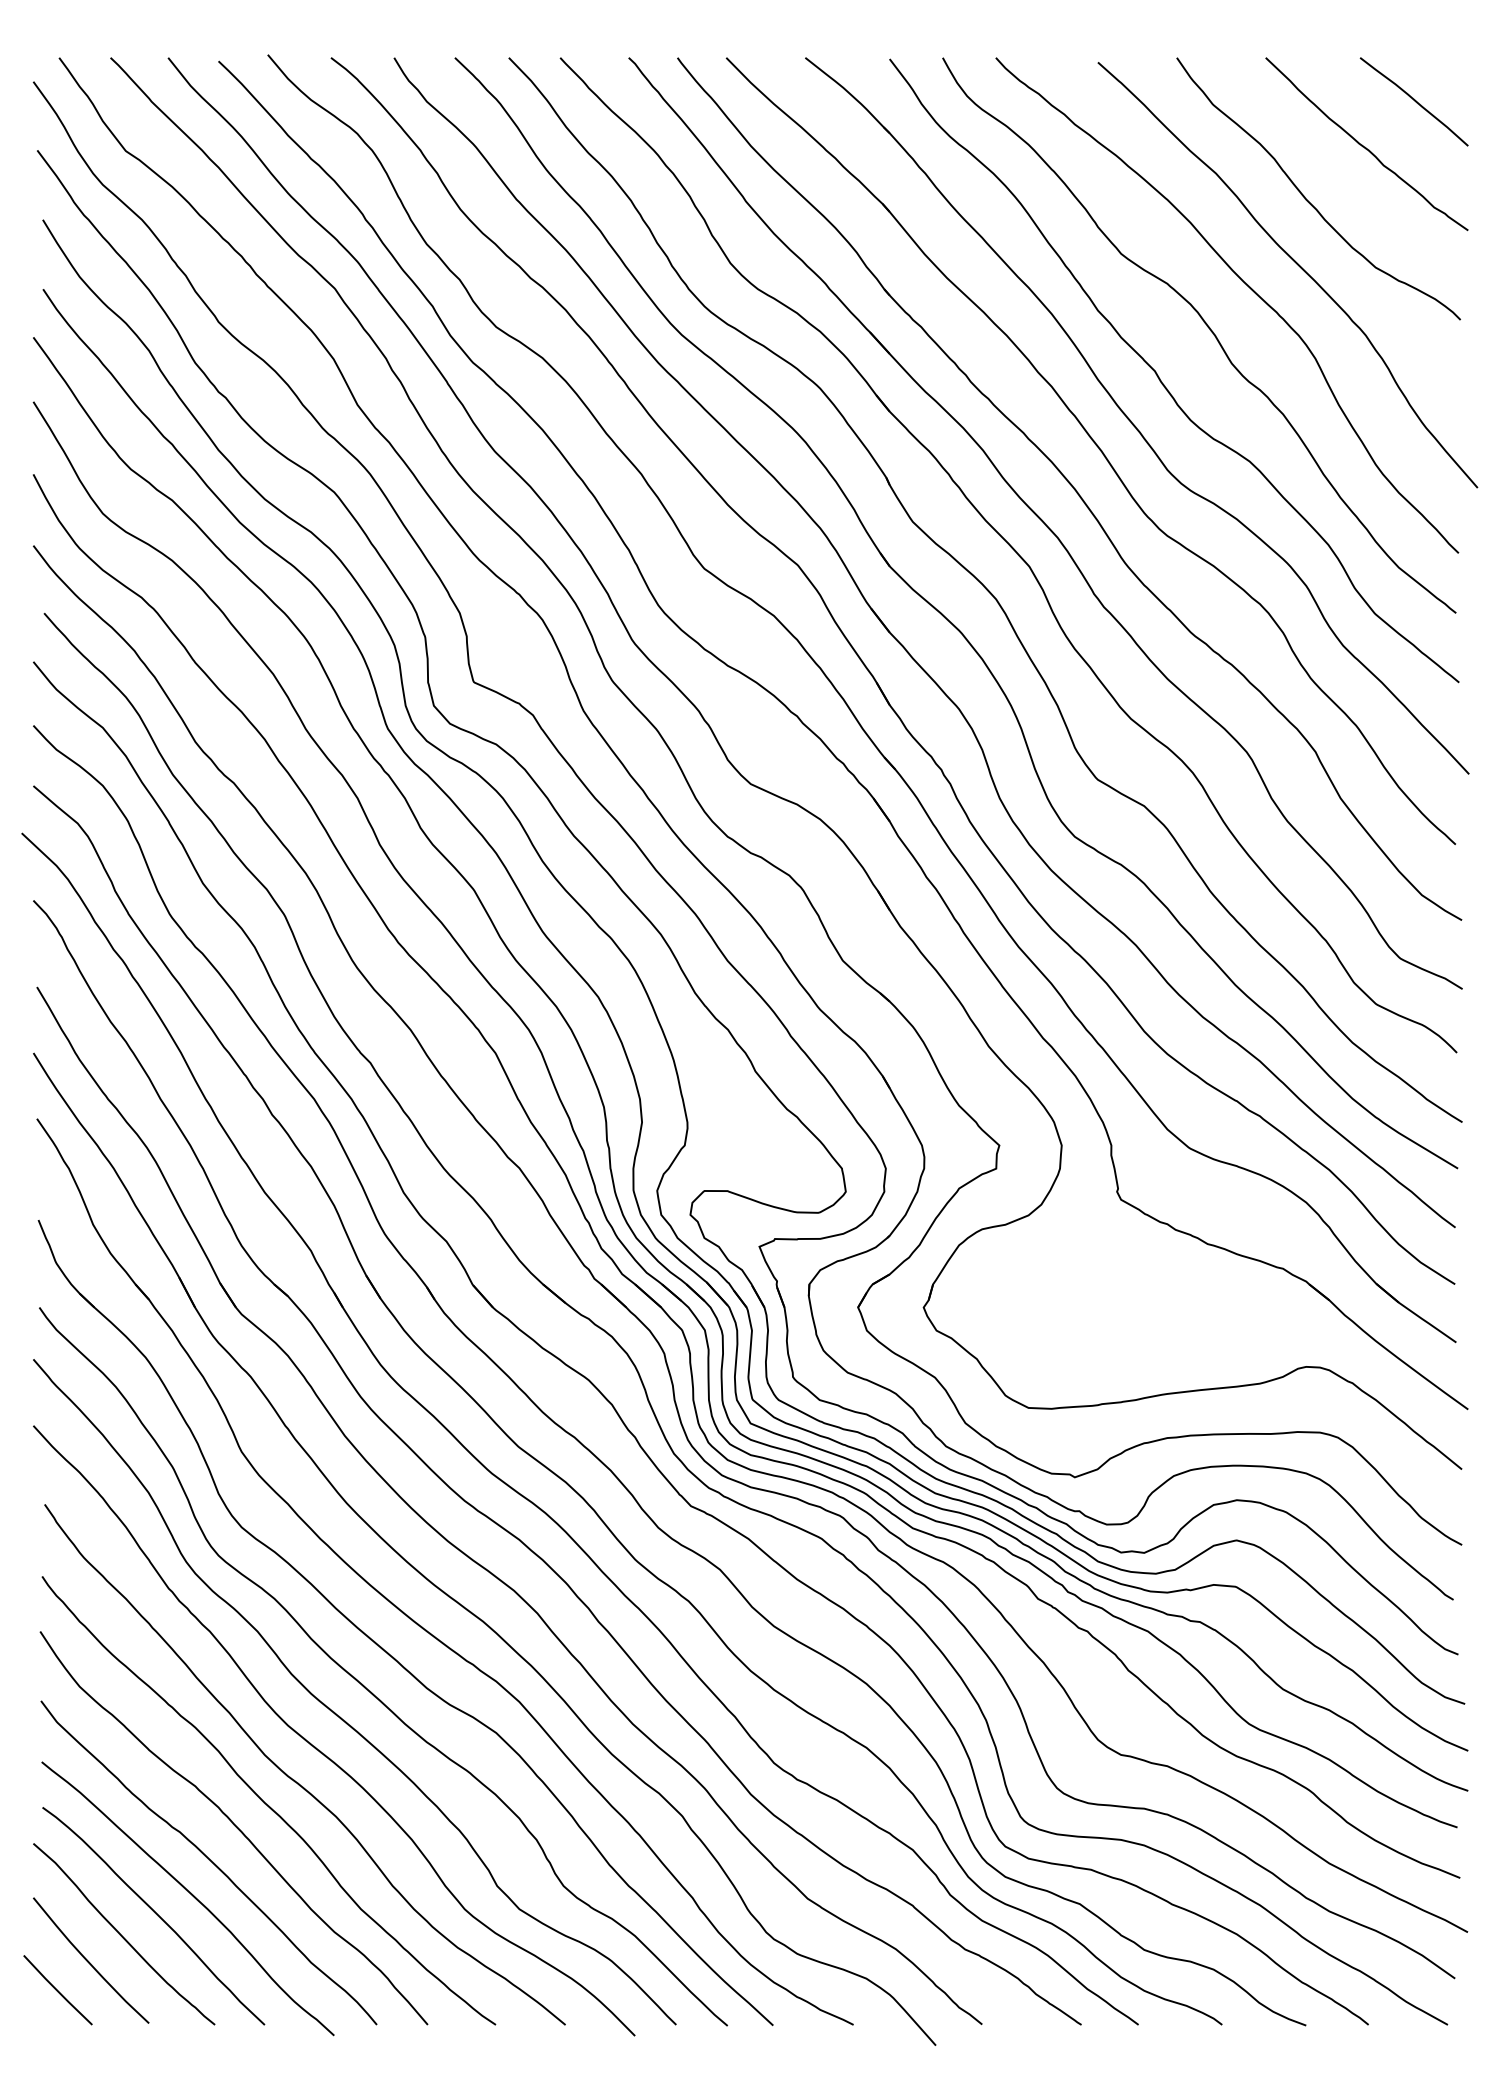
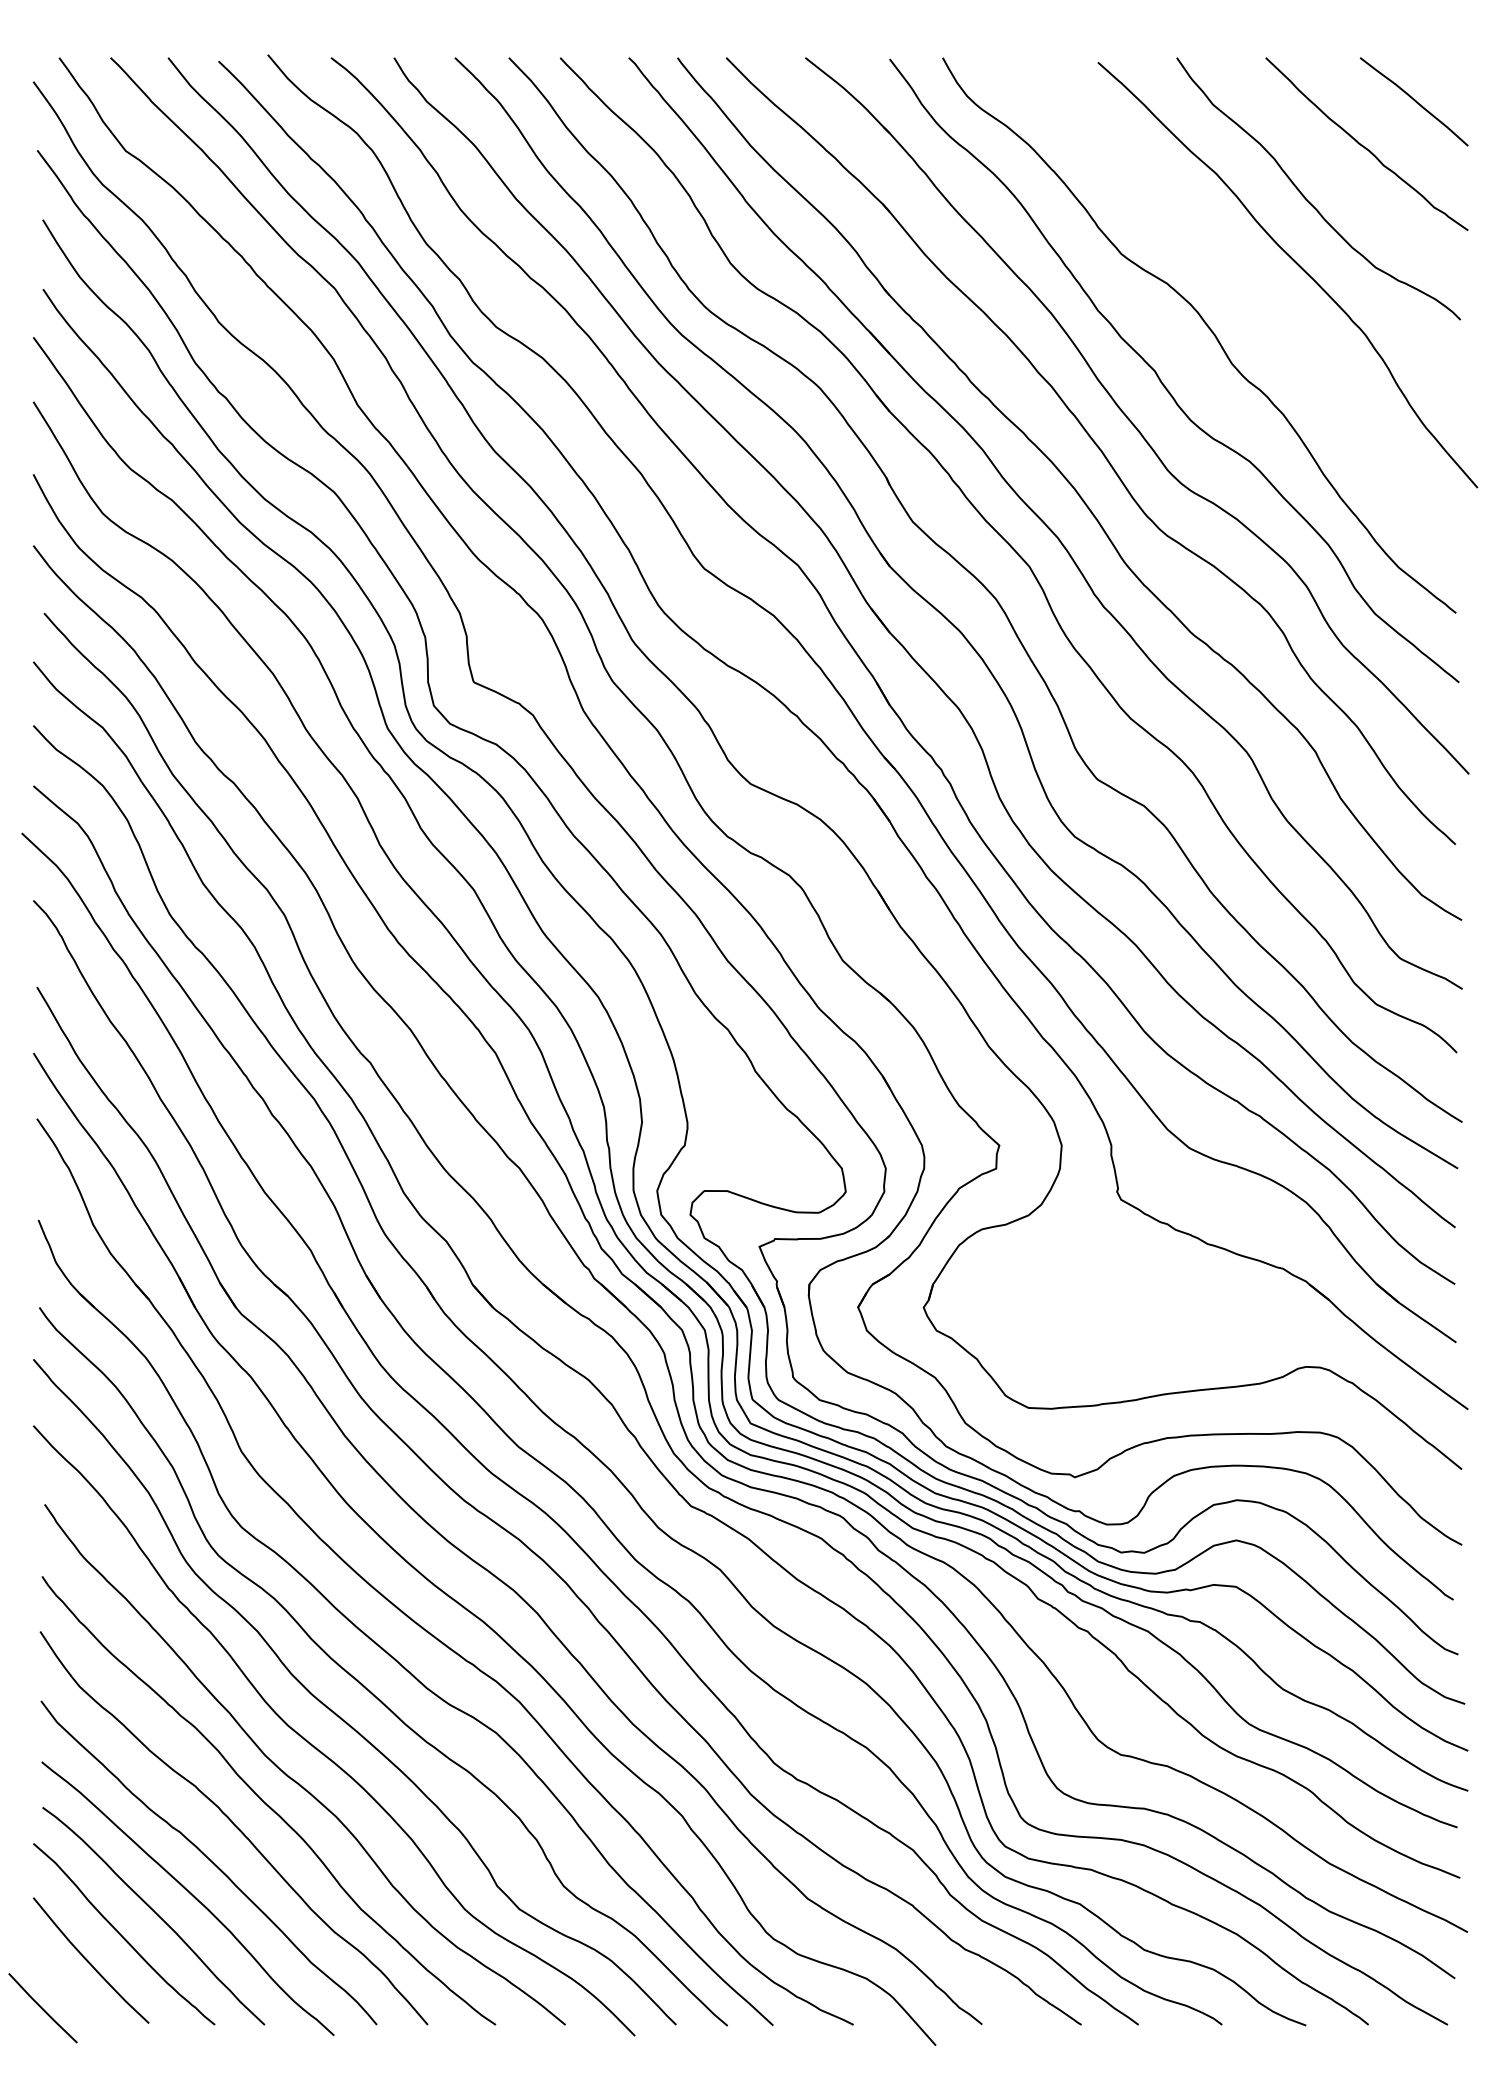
curve at (1246, 285): present -> none
line at (57, 1990) position: (57, 1990) -> (42, 2008)
